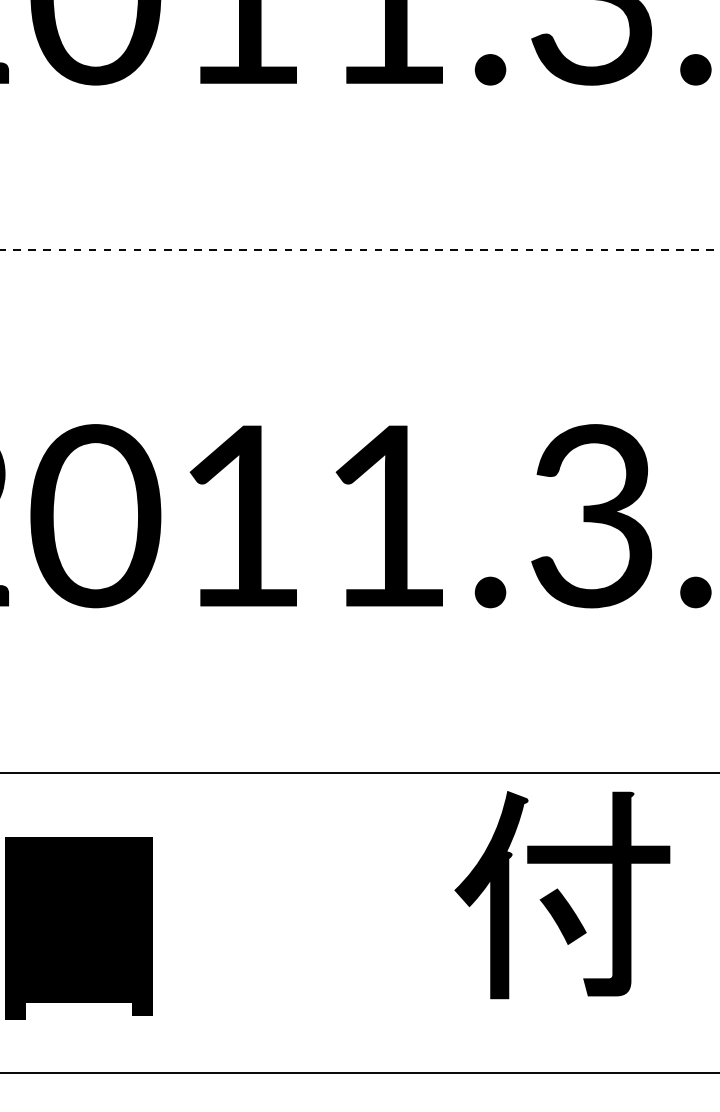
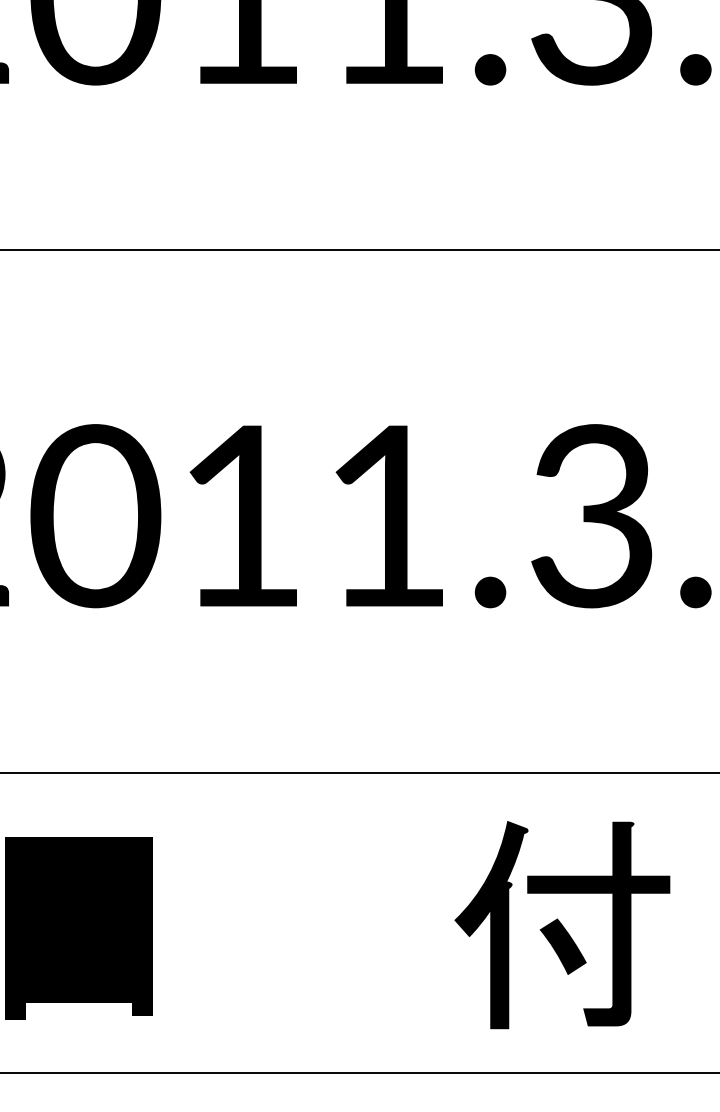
line at (360, 249): dashed -> solid
part at (562, 895) position: (562, 895) -> (562, 925)
